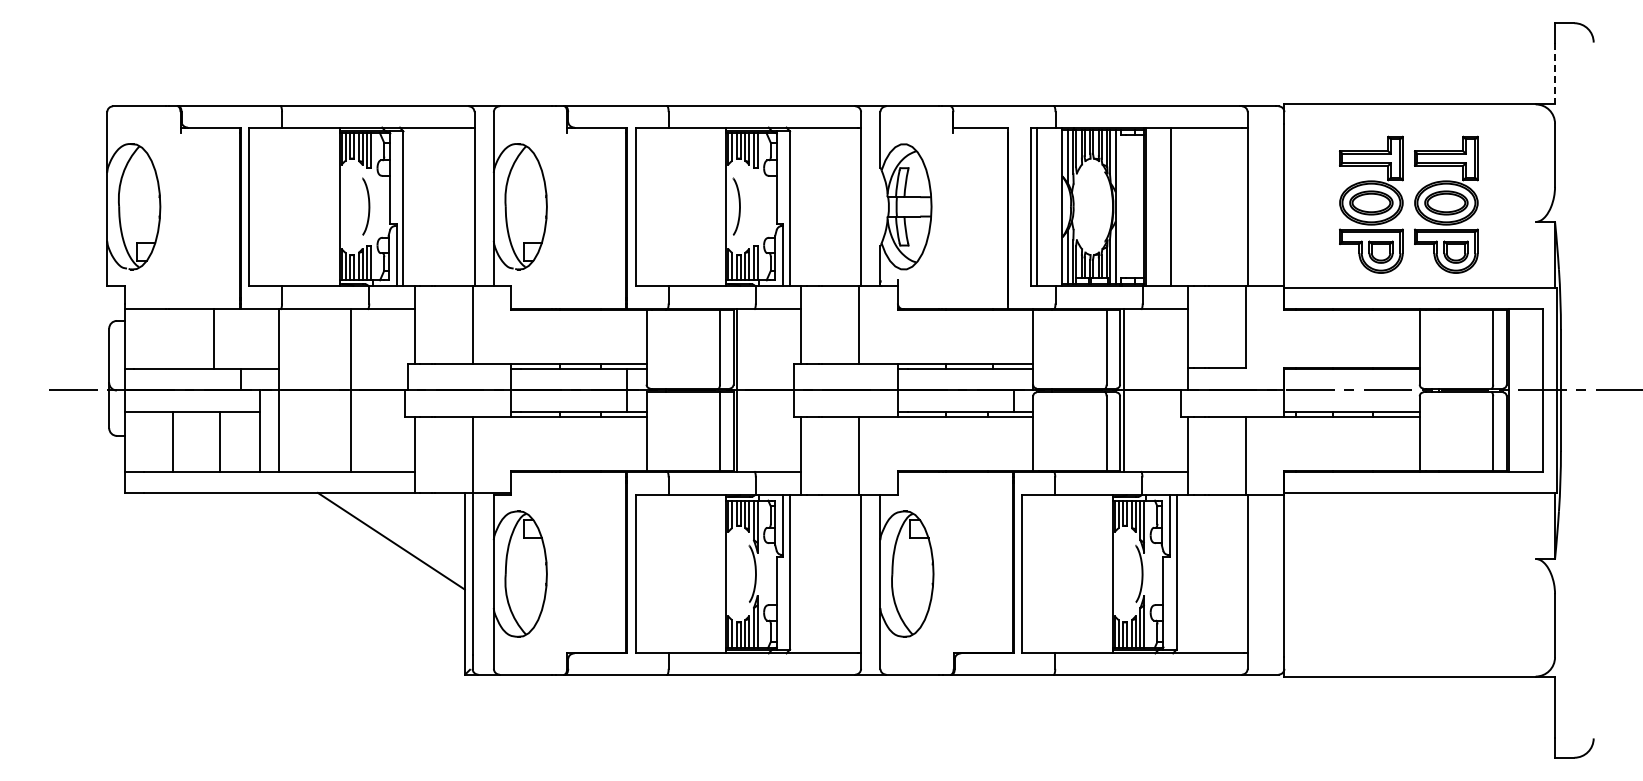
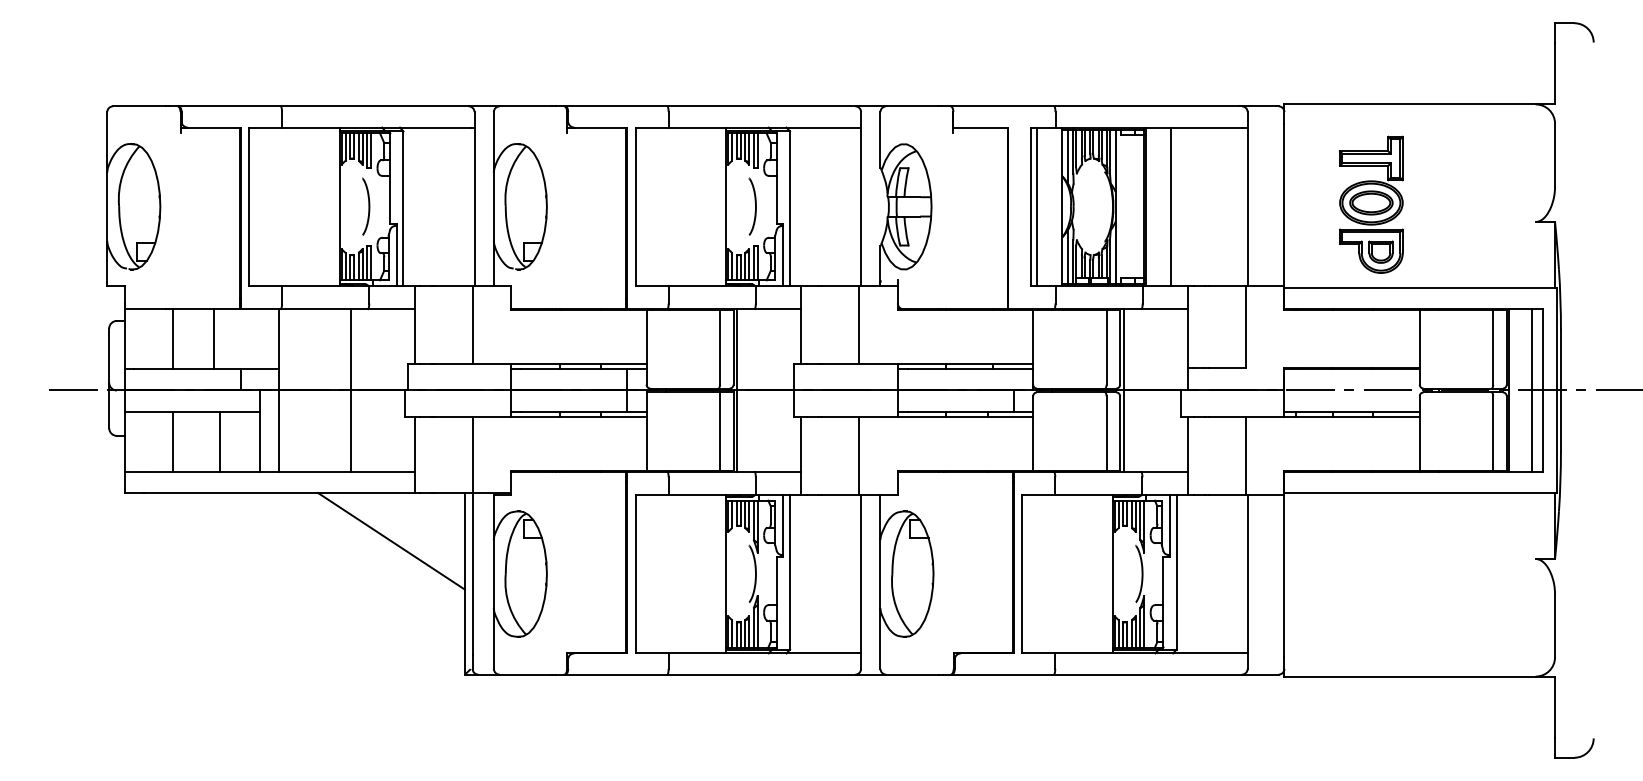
line at (1555, 73): dashed -> solid
part at (1446, 204): present -> none
curve at (739, 206) position: (739, 206) -> (755, 206)
line at (172, 339): none -> present
line at (1531, 390): none -> present
